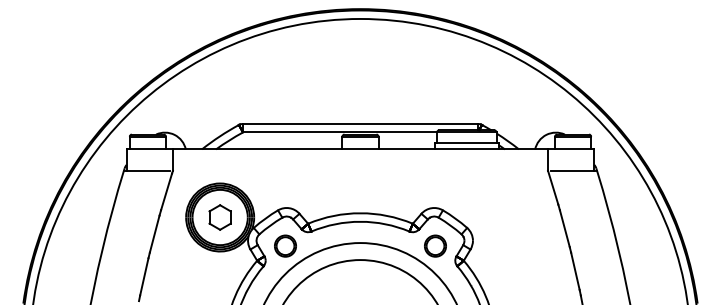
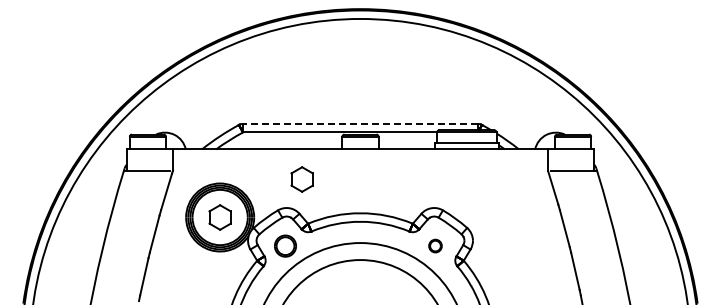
line at (360, 123): solid -> dashed
part at (301, 179): none -> present
part at (435, 245) size: 23x24 px -> 15x16 px
